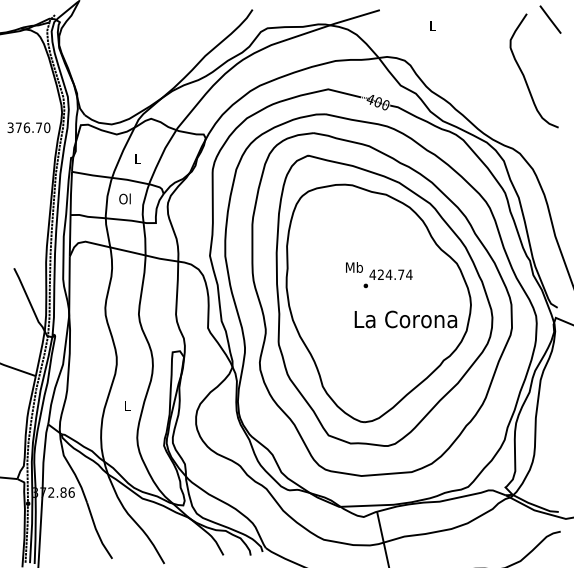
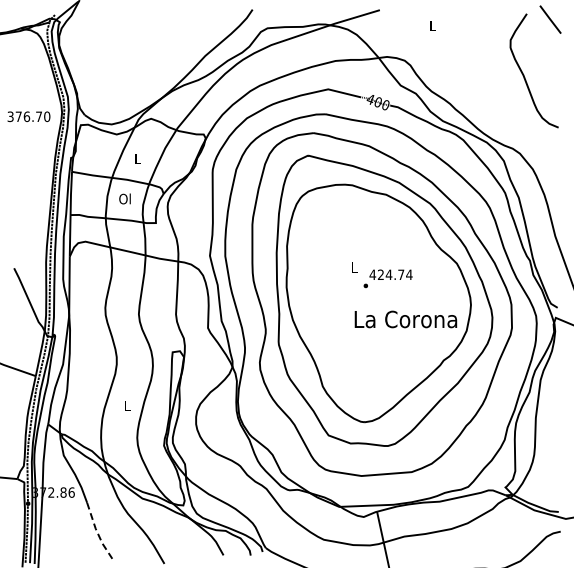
text at (28, 127) position: (28, 127) -> (28, 116)
text at (354, 267): Mb -> L
line at (97, 532): solid -> dashed
